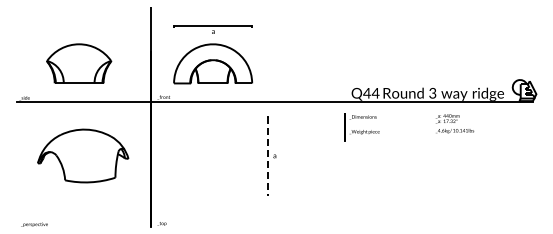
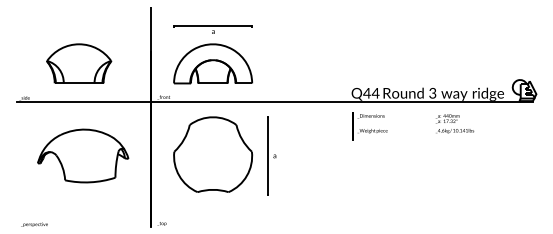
part at (361, 127) position: (361, 127) -> (369, 126)
part at (213, 154): none -> present
line at (267, 156): dashed -> solid
